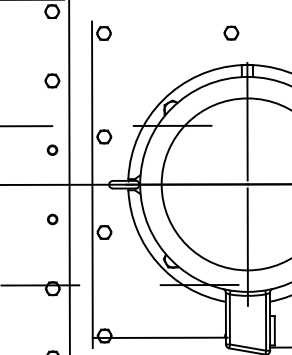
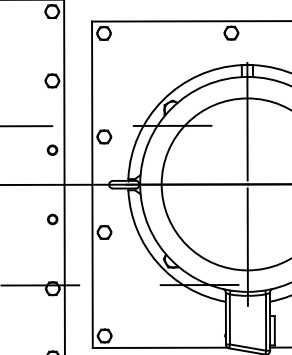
line at (190, 21): none -> present
line at (69, 176) position: (69, 176) -> (64, 176)
line at (159, 337) position: (159, 337) -> (159, 347)
